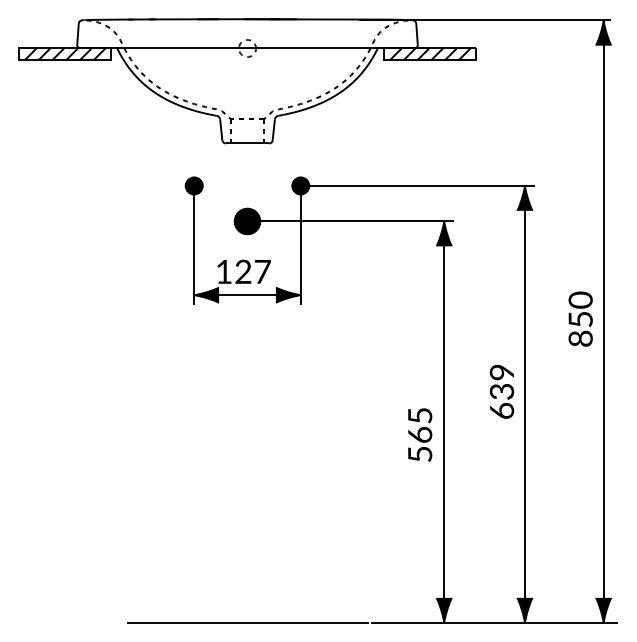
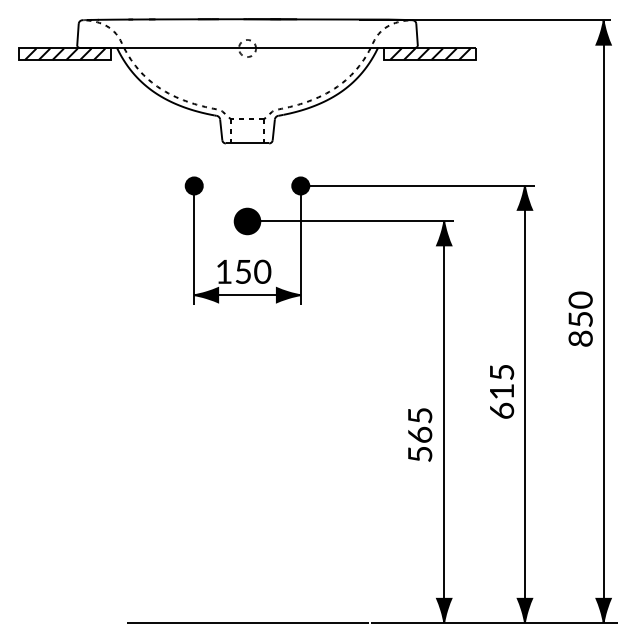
text at (253, 271): 127 -> 150
text at (501, 381): 639 -> 615
